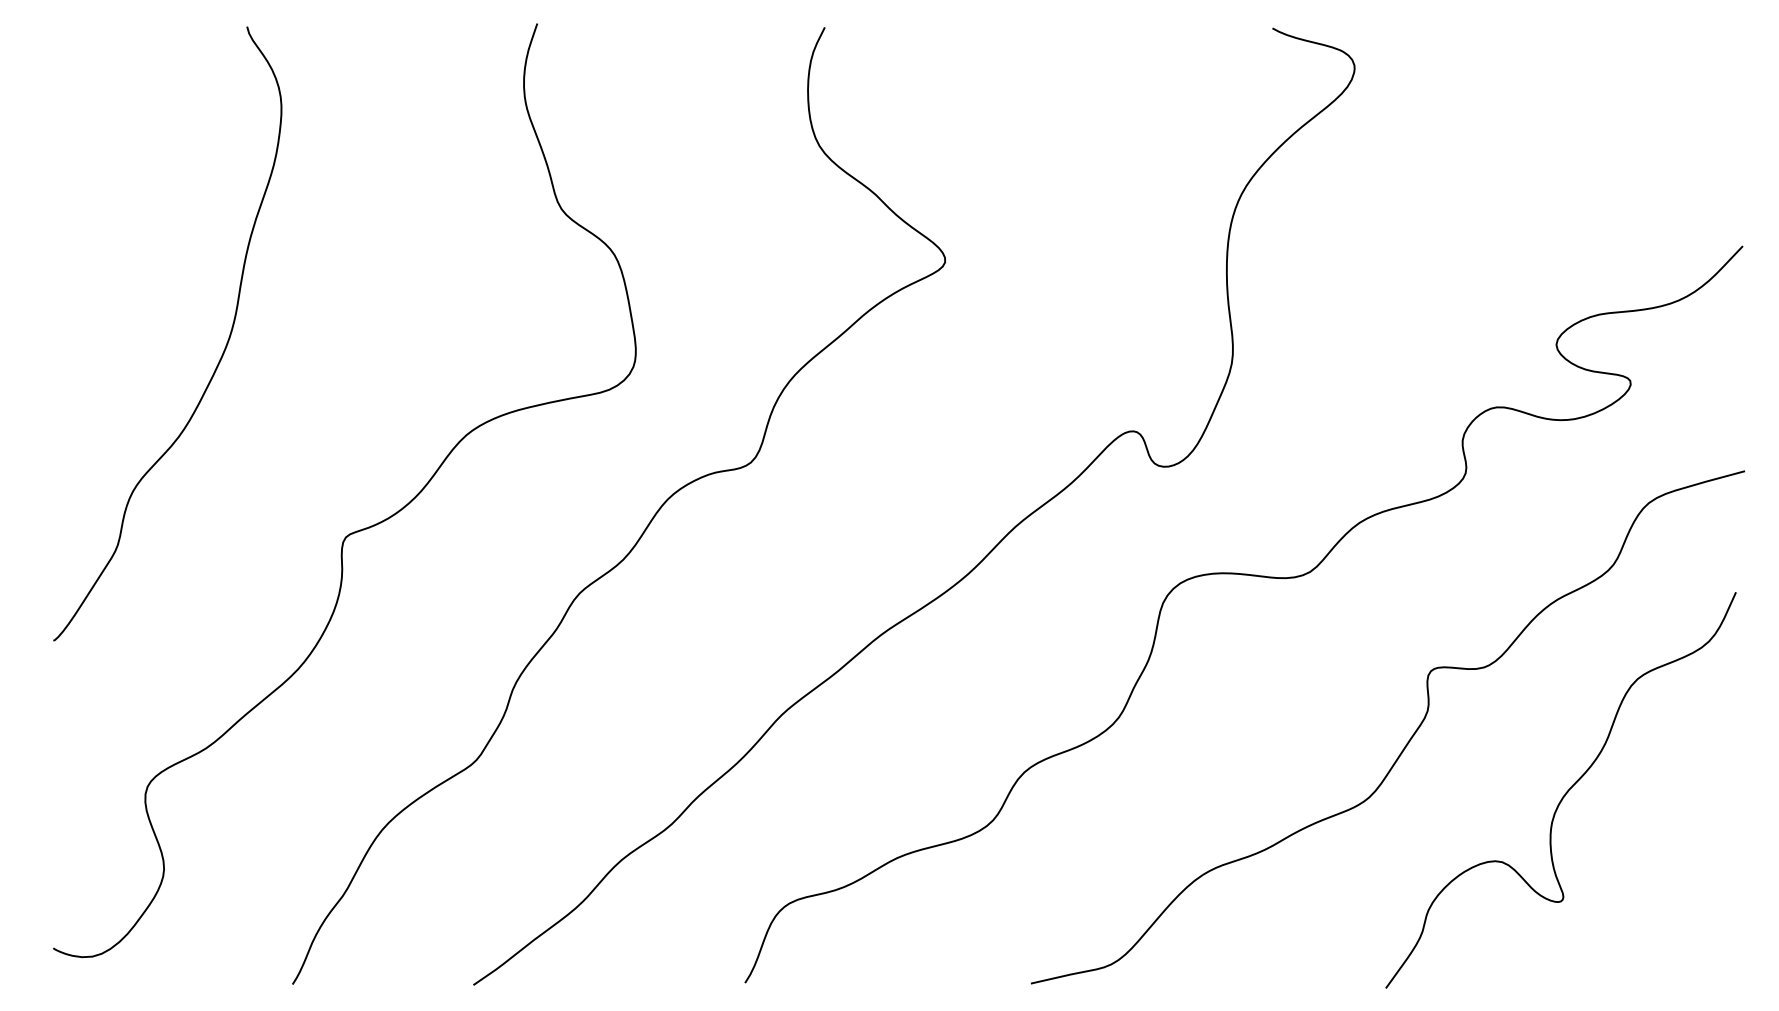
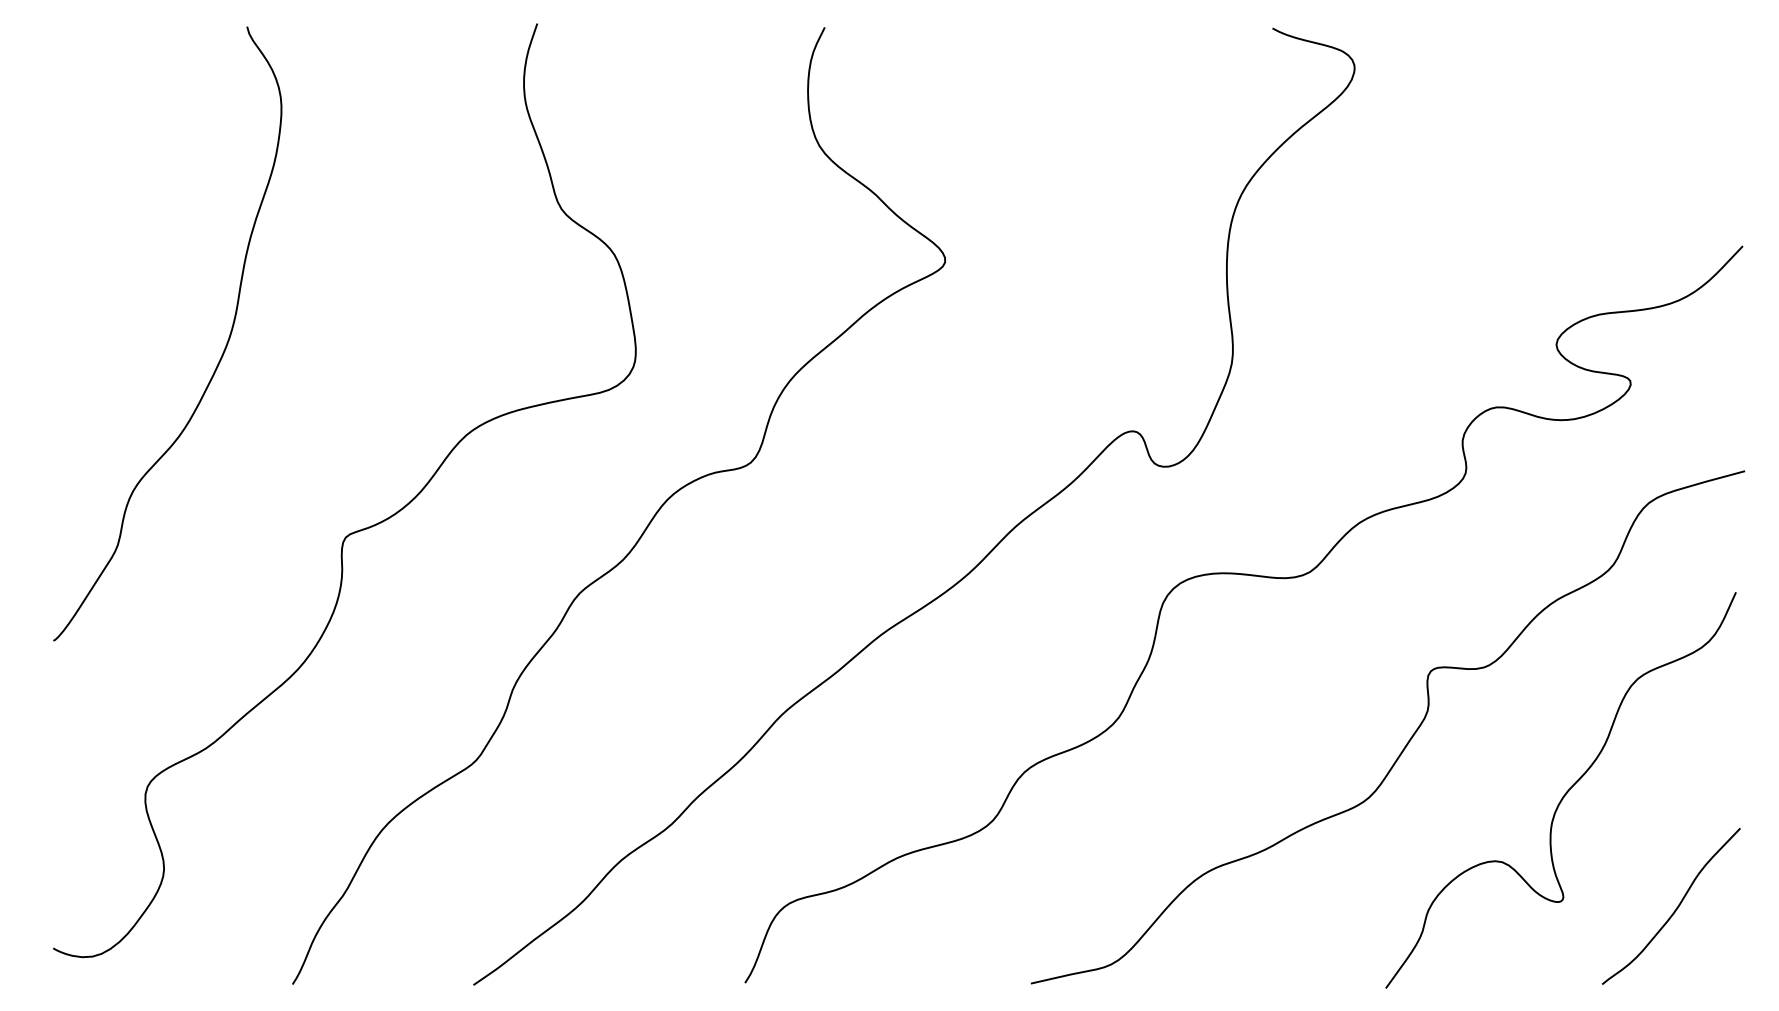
curve at (1675, 908): none -> present
